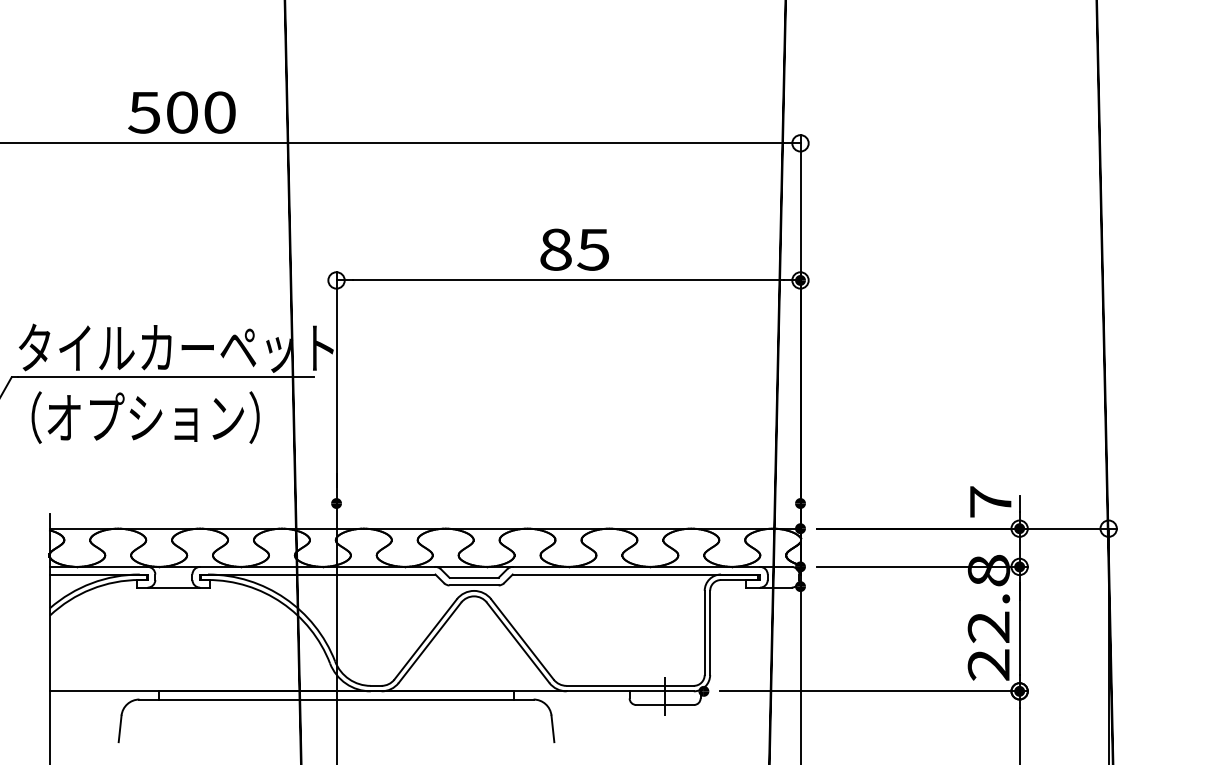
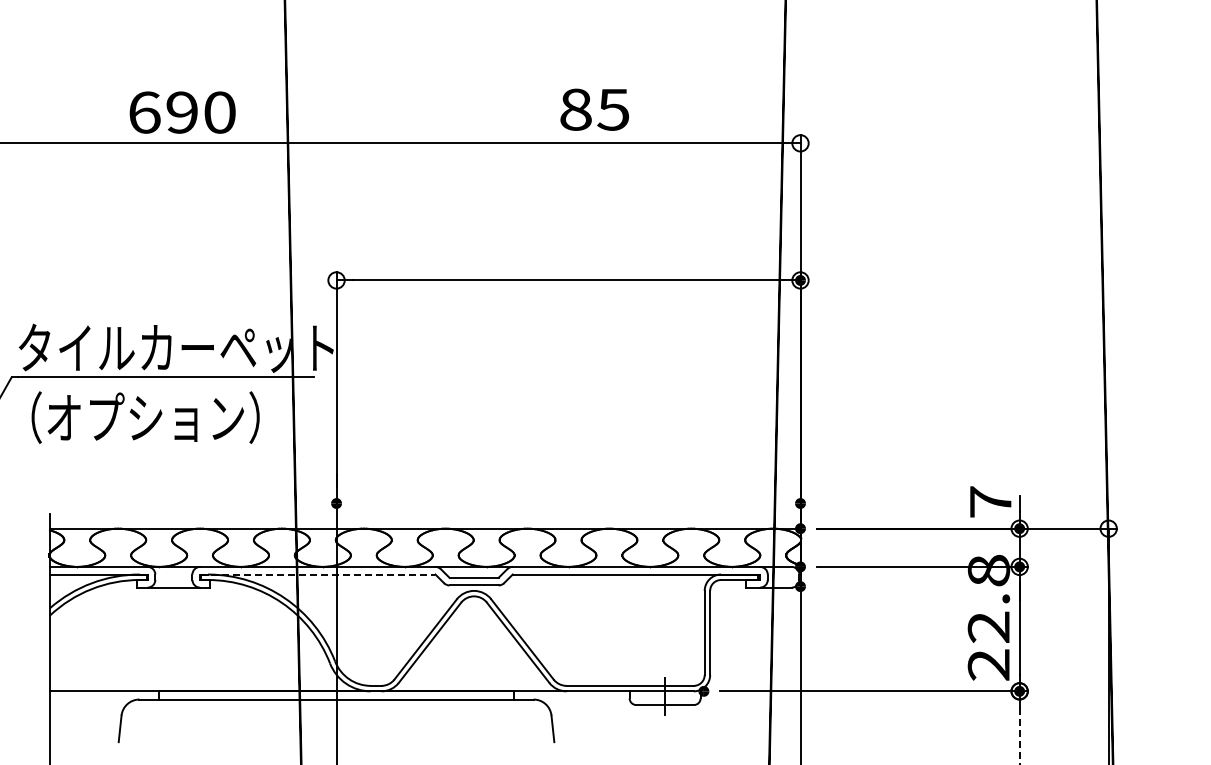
text at (162, 112): 500 -> 690
text at (574, 249) position: (574, 249) -> (594, 109)
line at (317, 574): solid -> dashed
line at (1019, 735): solid -> dashed
